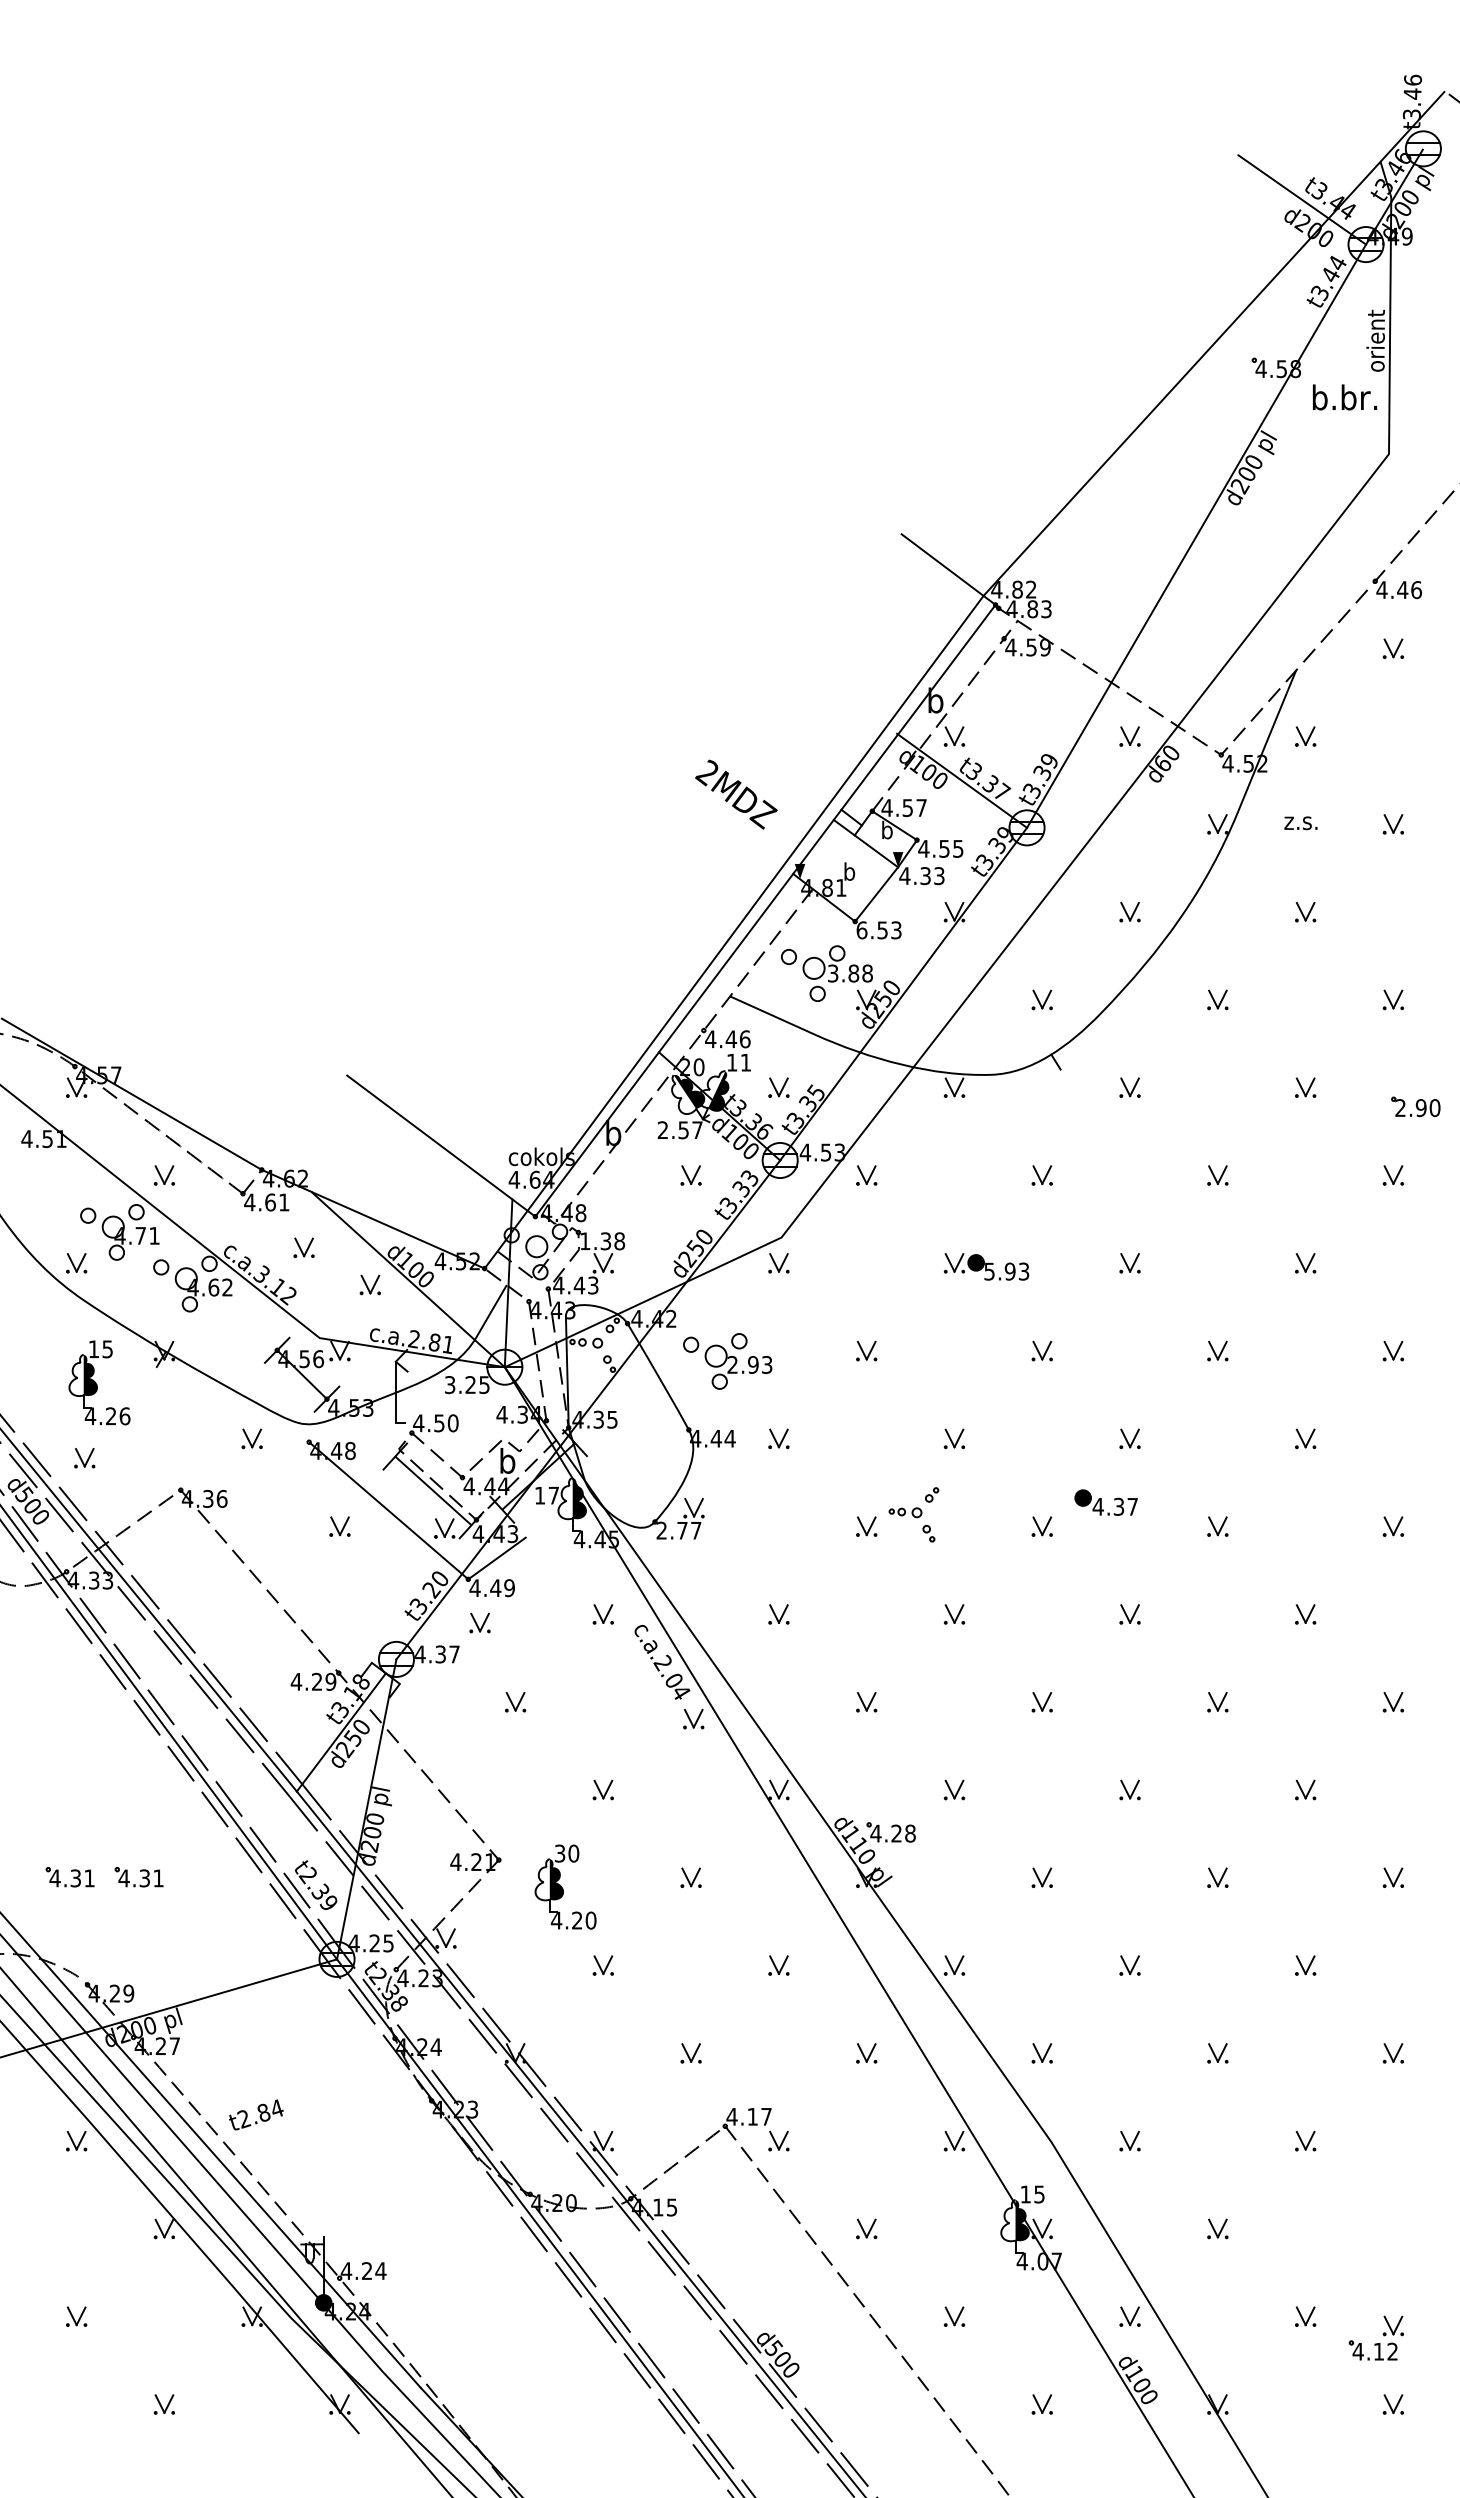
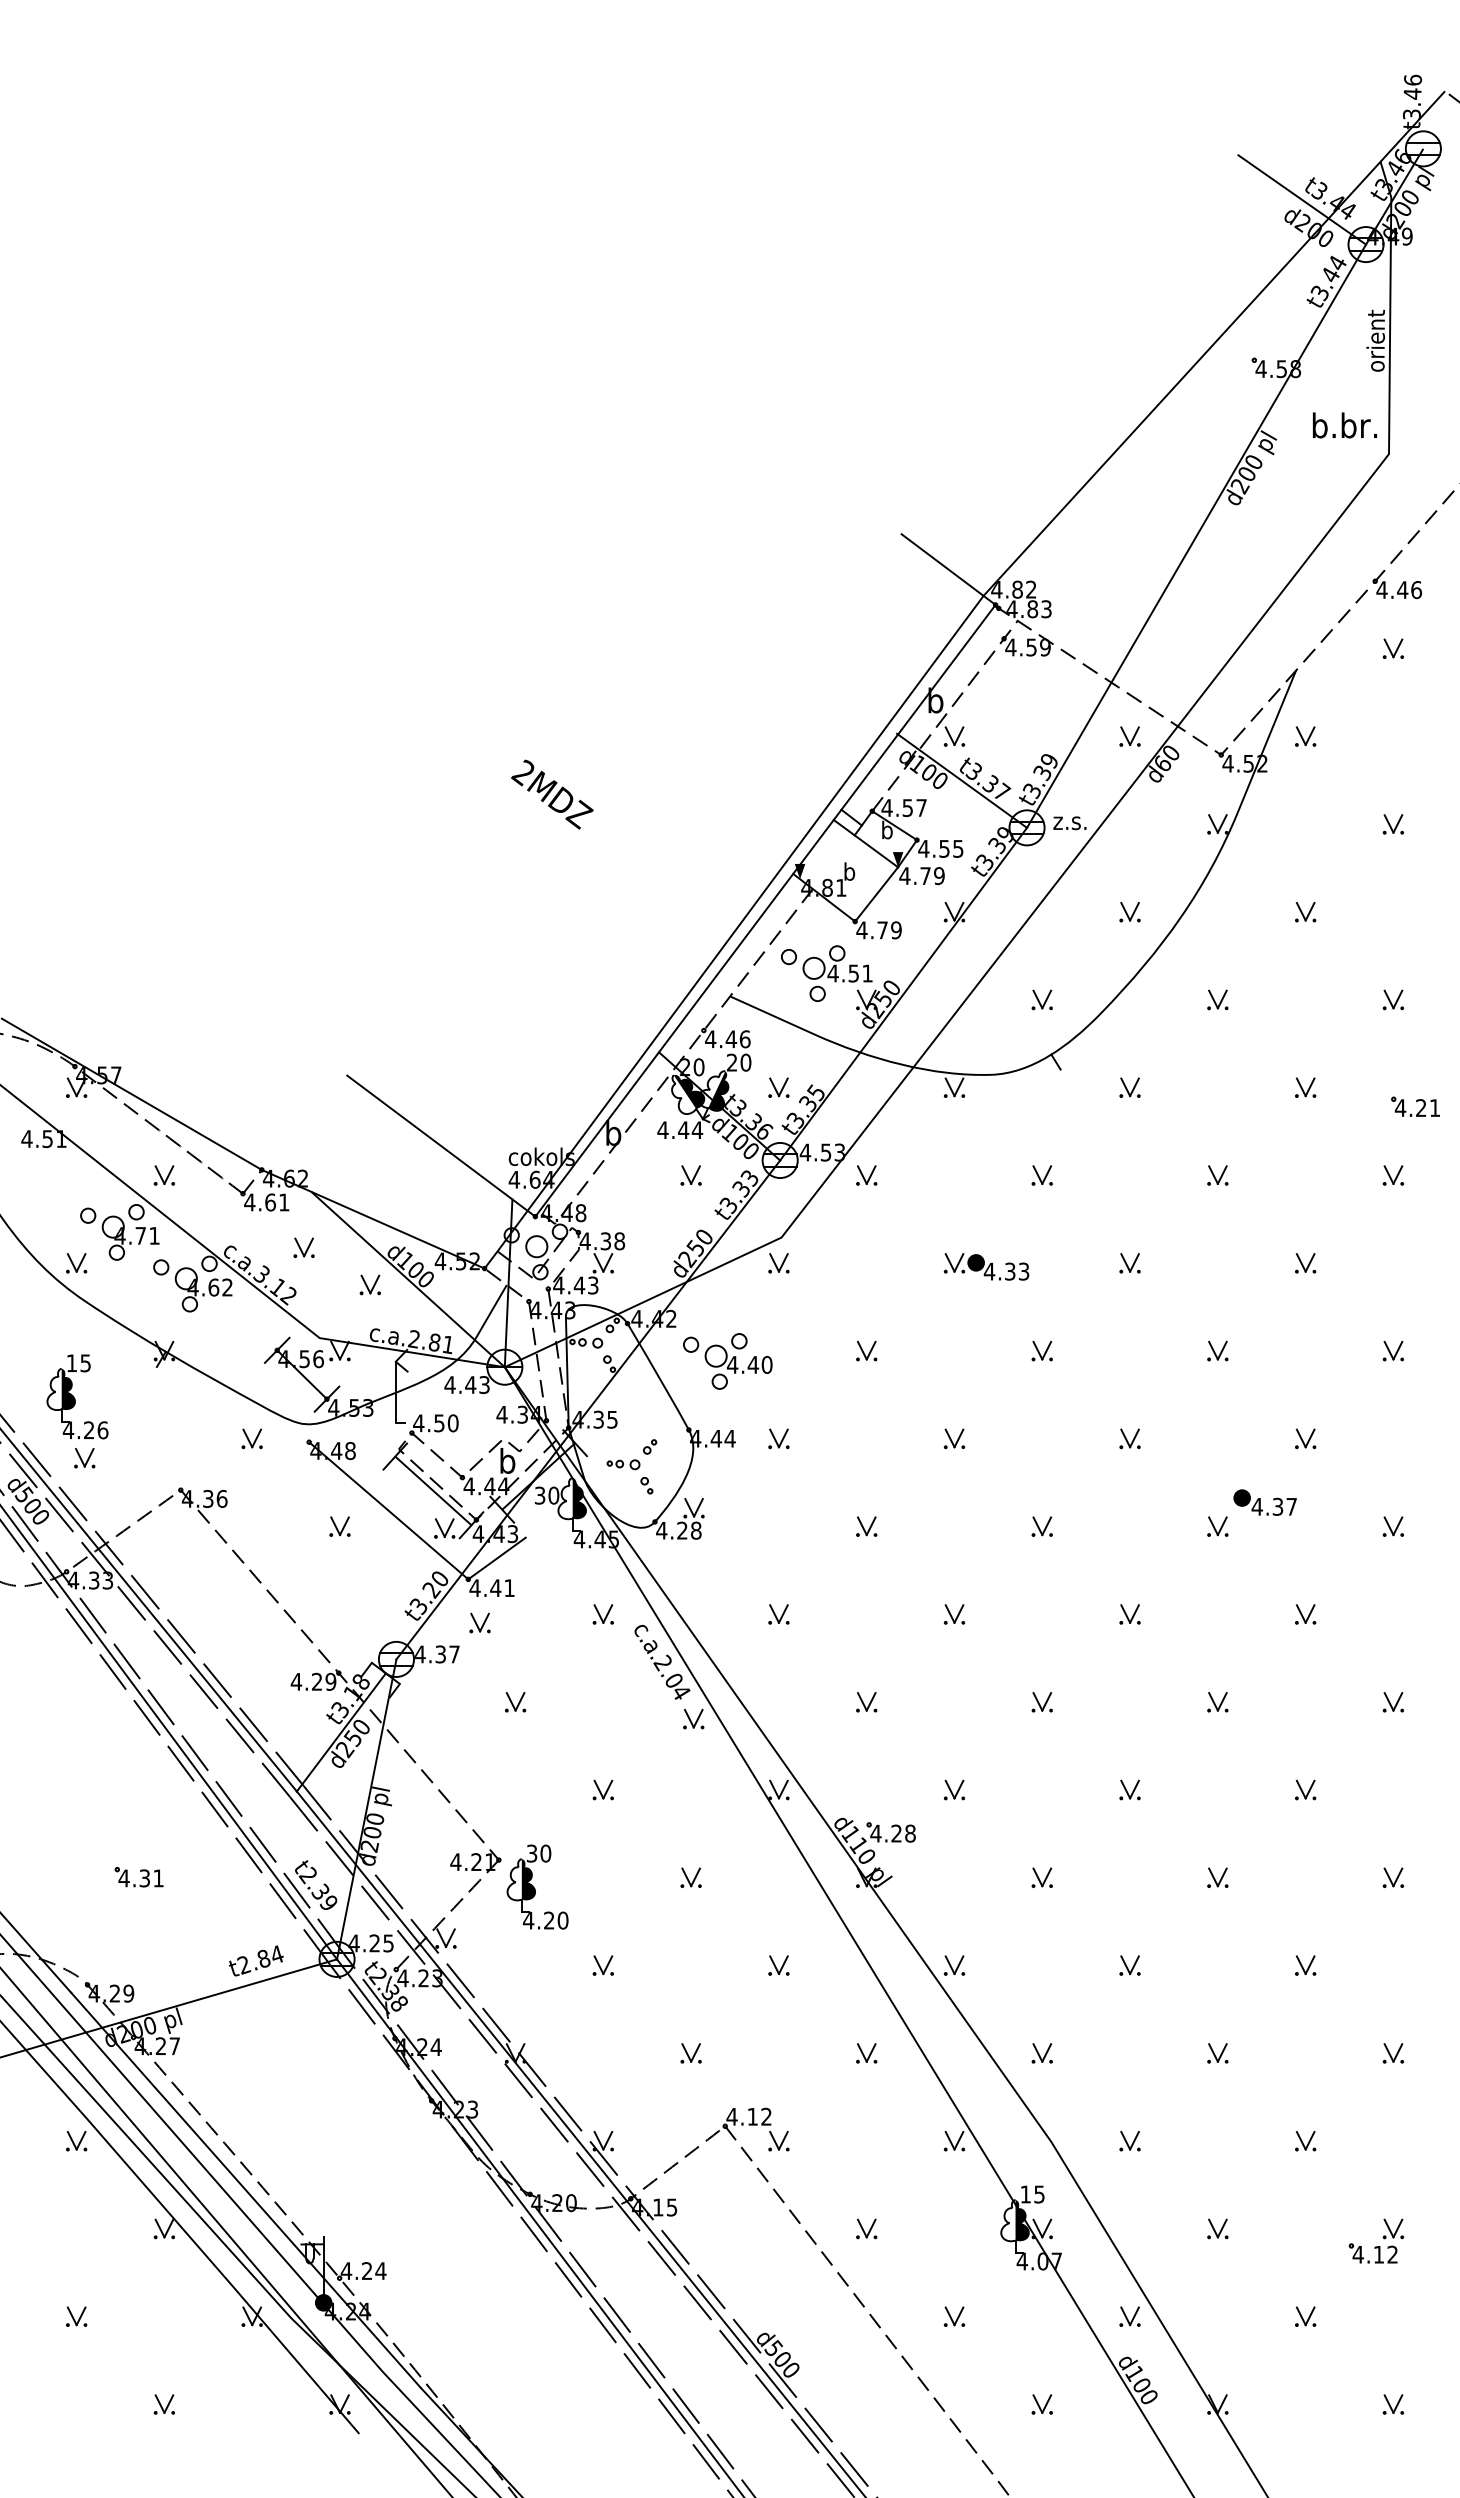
text at (1345, 397) position: (1345, 397) -> (1345, 425)
text at (736, 794) position: (736, 794) -> (552, 794)
text at (1300, 823) position: (1300, 823) -> (1069, 823)
text at (932, 876): 4.33 -> 4.79
text at (878, 930): 6.53 -> 4.79
text at (849, 973): 3.88 -> 4.51
text at (739, 1062): 11 -> 20
text at (1417, 1108): 2.90 -> 4.21
text at (680, 1130): 2.57 -> 4.44
text at (584, 1241): 1.38 -> 4.38
text at (999, 1271): 5.93 -> 4.33
text at (749, 1364): 2.93 -> 4.40
part at (99, 1382) position: (99, 1382) -> (77, 1396)
text at (466, 1385): 3.25 -> 4.43
text at (547, 1495): 17 -> 30
text at (1105, 1502) position: (1105, 1502) -> (1264, 1502)
part at (913, 1514) position: (913, 1514) -> (631, 1466)
text at (678, 1530): 2.77 -> 4.28
text at (509, 1588): 4.49 -> 4.41
part at (69, 1877): present -> none
part at (565, 1886) position: (565, 1886) -> (537, 1886)
text at (256, 2114) position: (256, 2114) -> (256, 1960)
text at (766, 2116): 4.17 -> 4.12
part at (1375, 2337) position: (1375, 2337) -> (1375, 2240)
